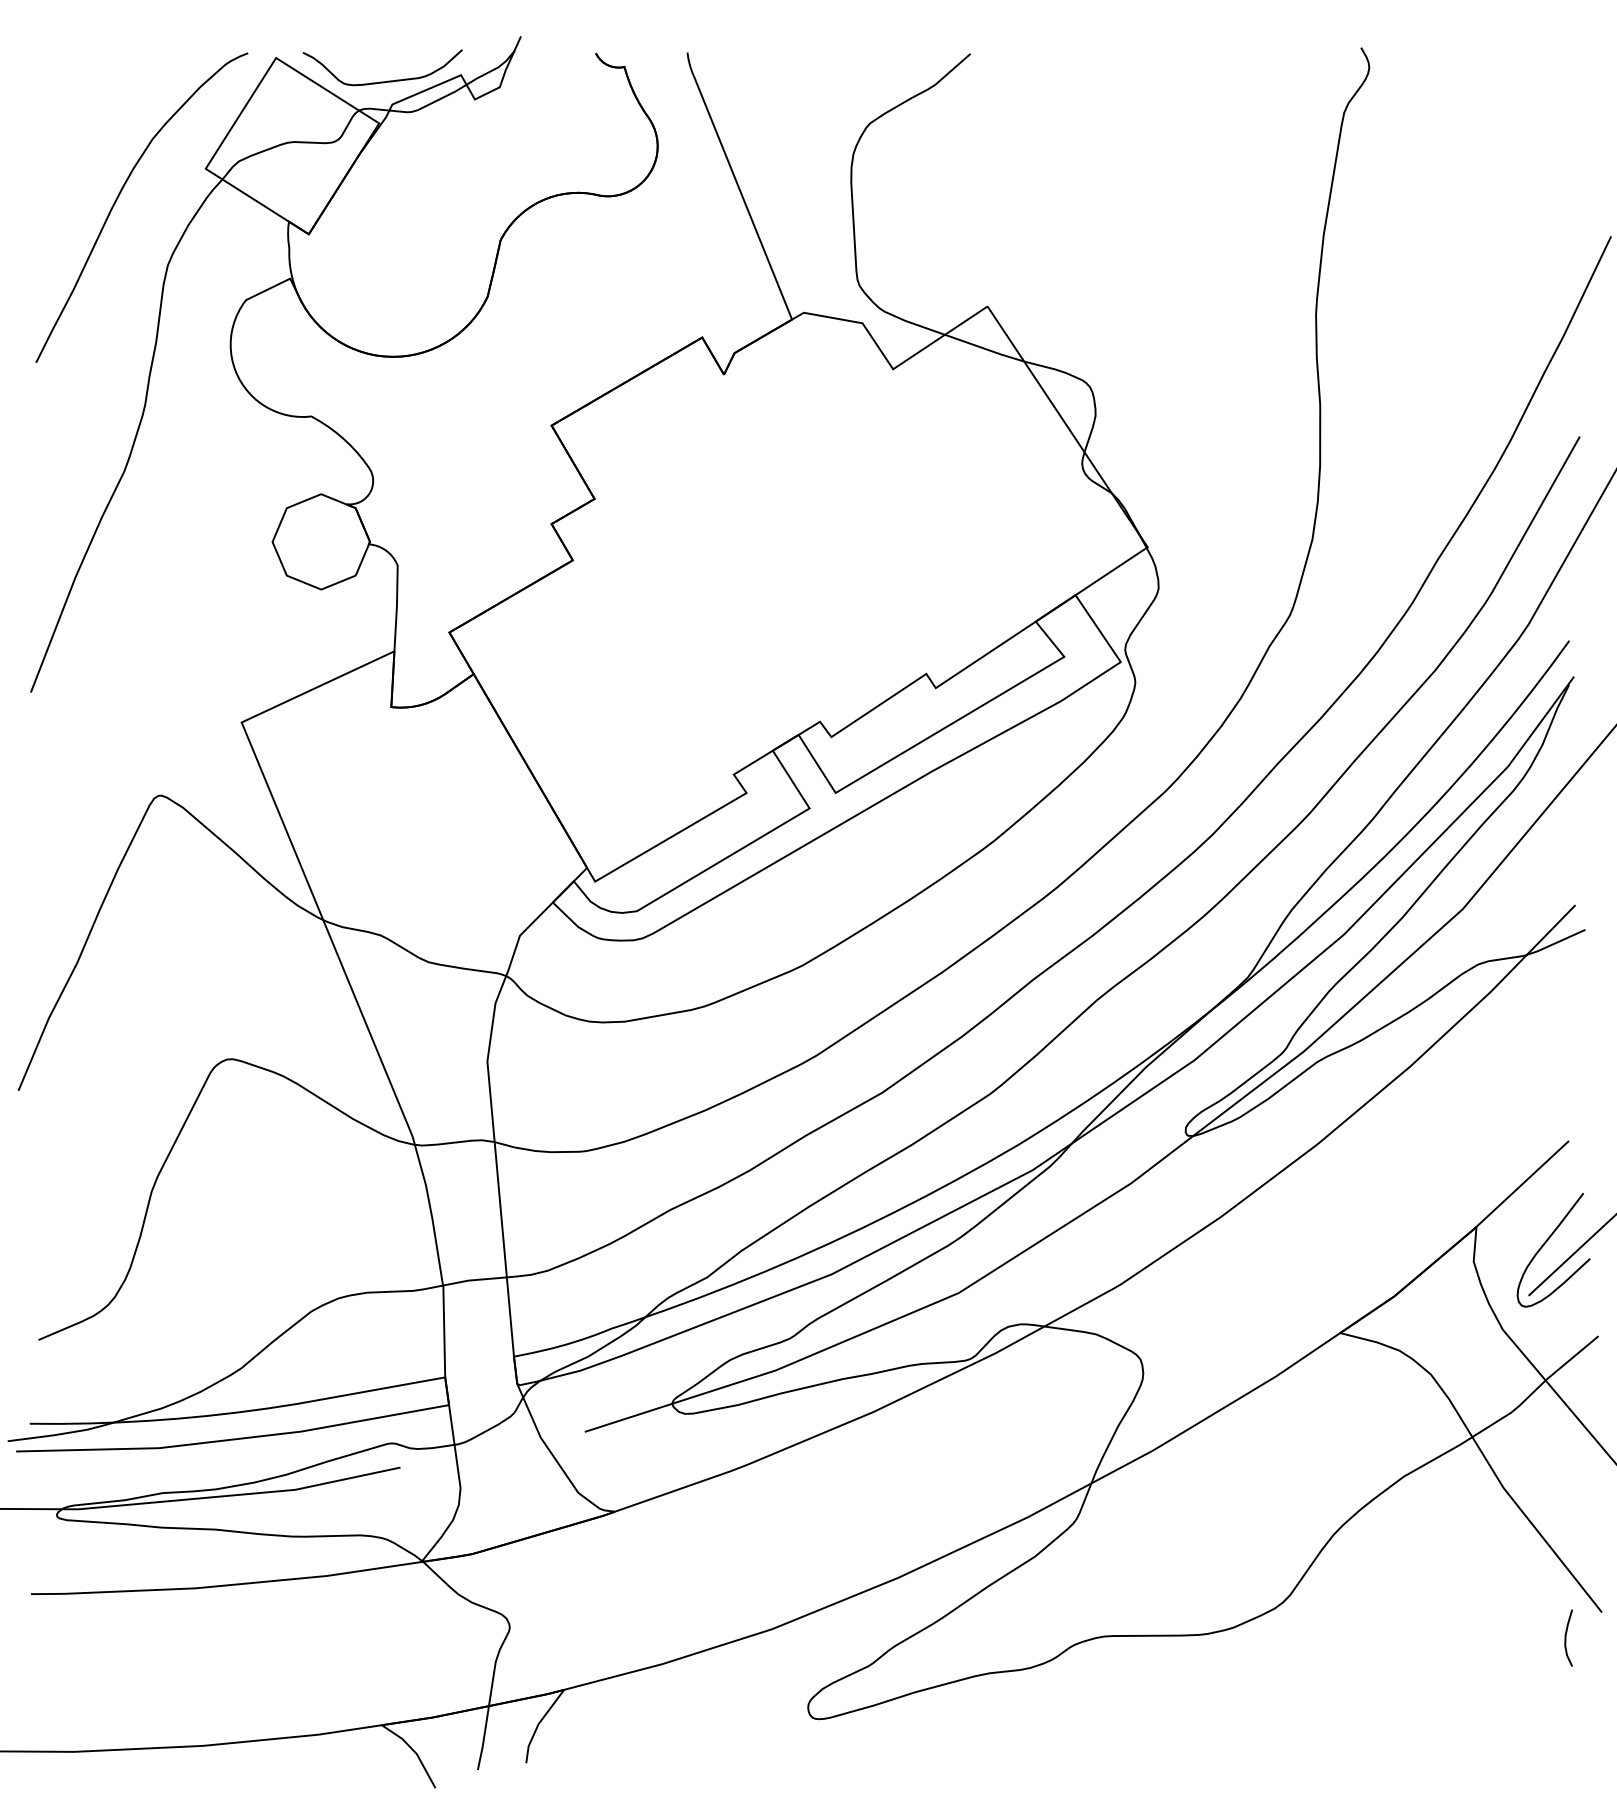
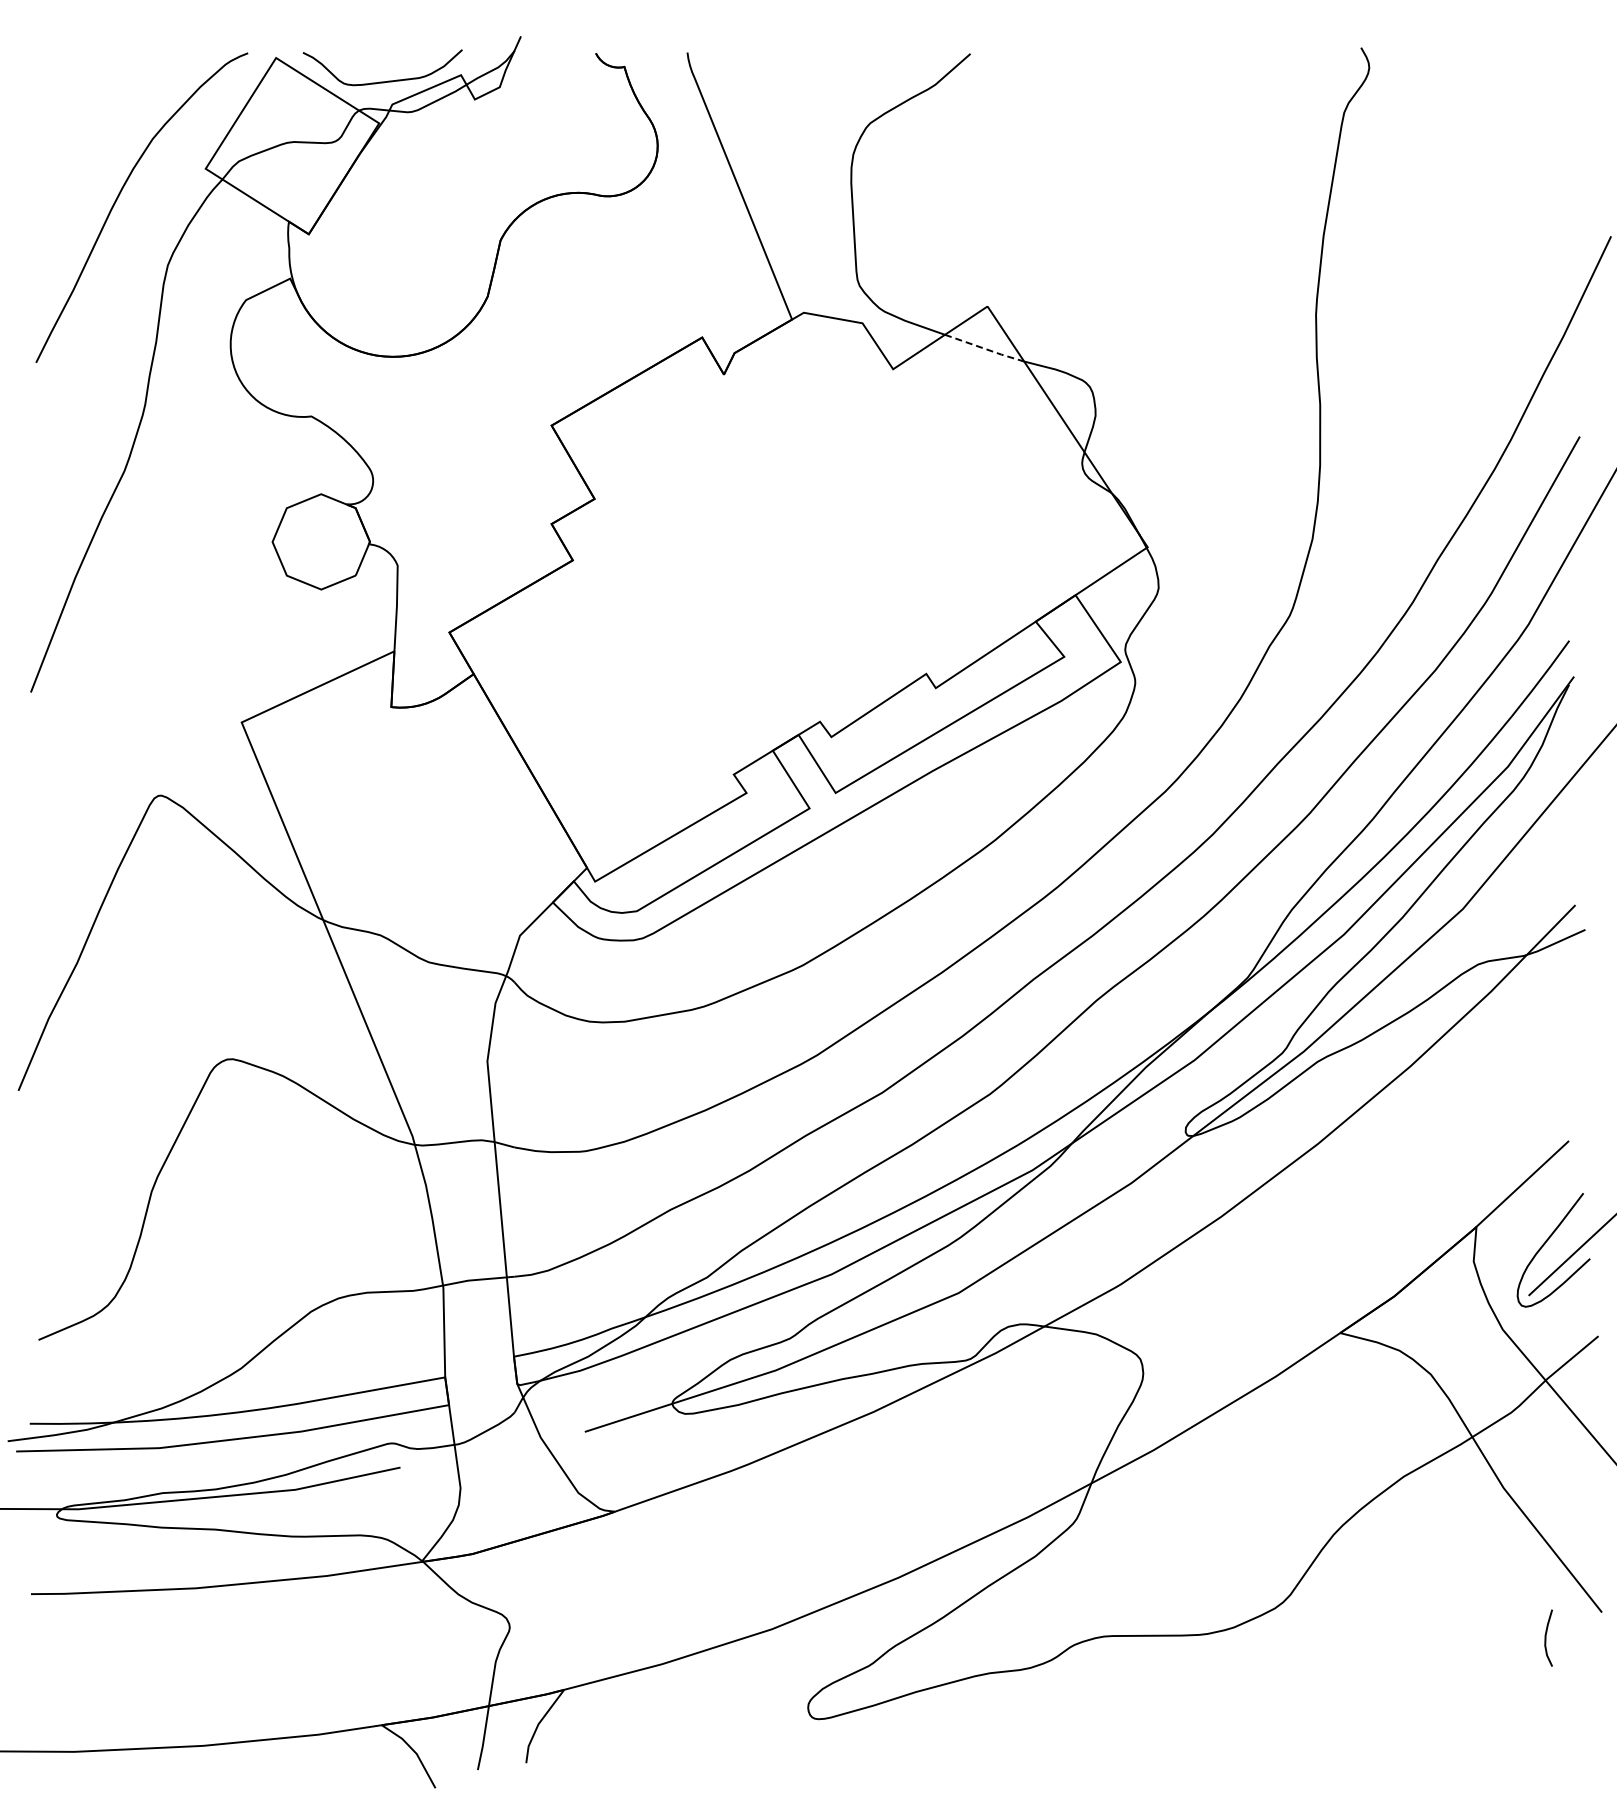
line at (985, 348): solid -> dashed
curve at (1566, 1637) position: (1566, 1637) -> (1546, 1637)
